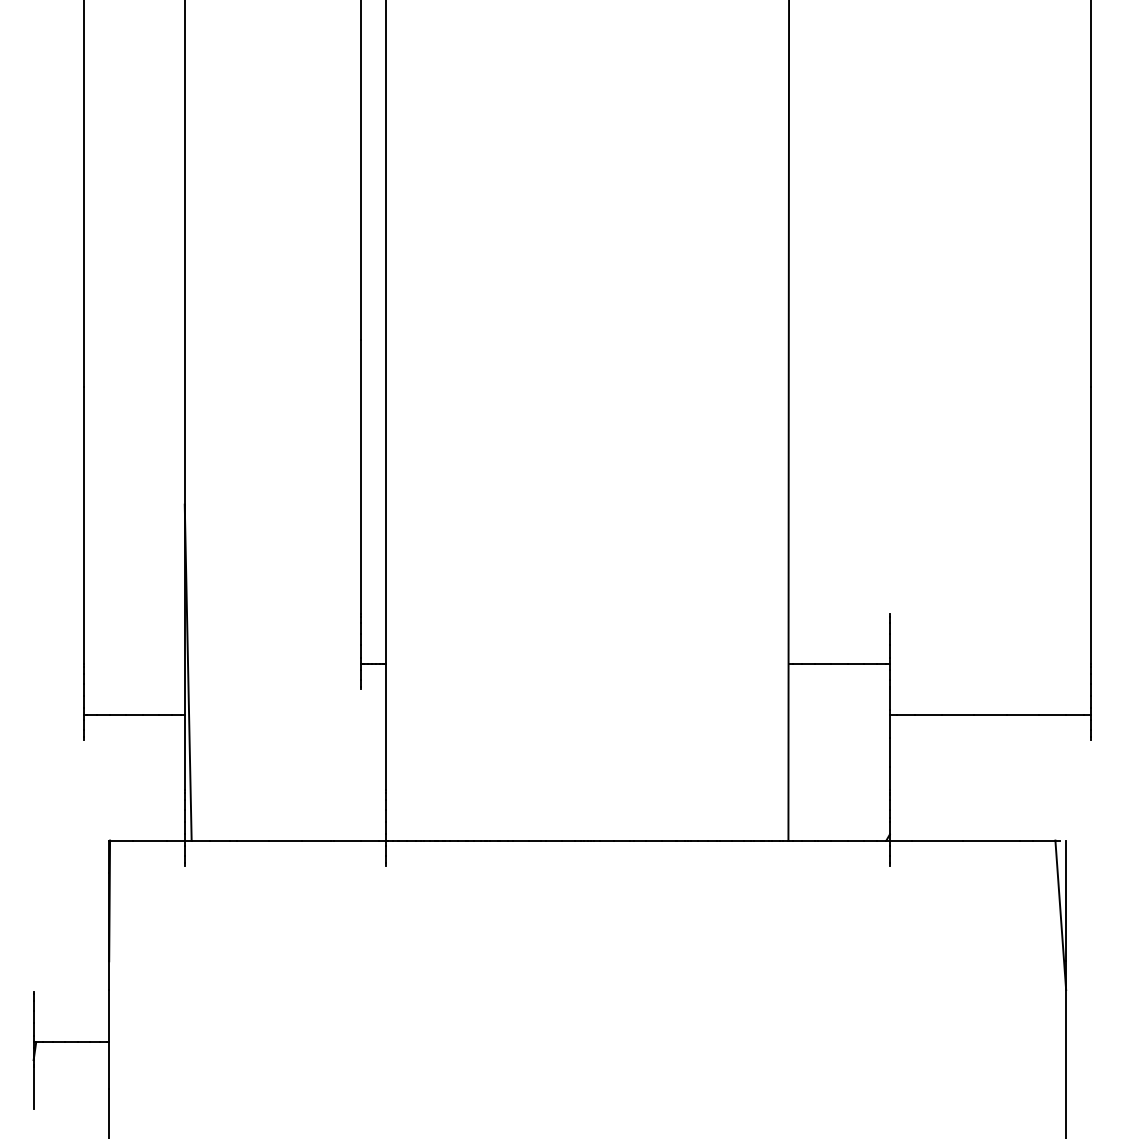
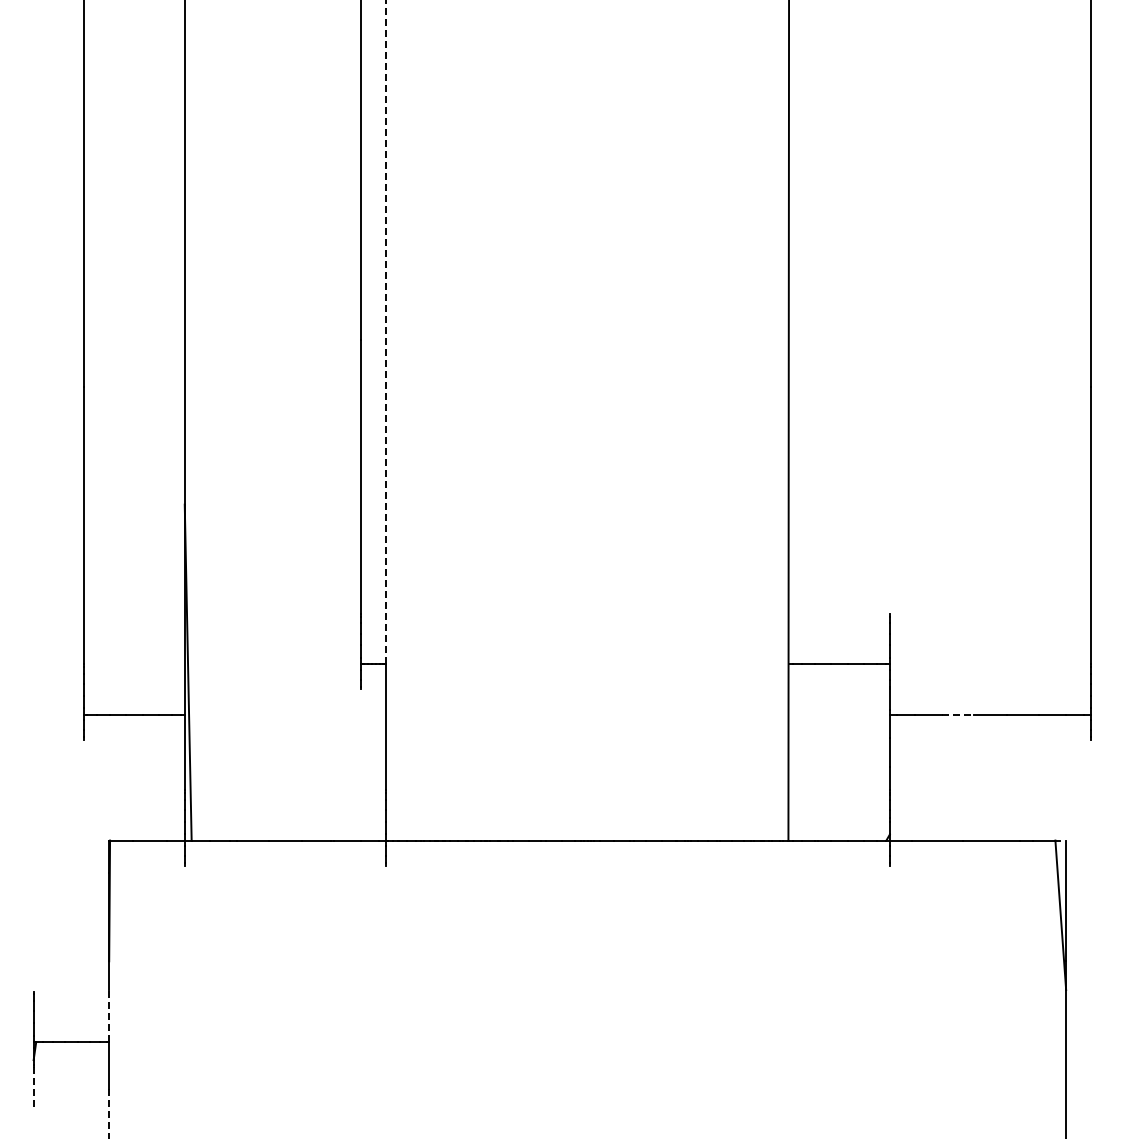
line at (386, 332): solid -> dashed
line at (957, 714): solid -> dashed
line at (109, 1016): solid -> dashed
line at (33, 1087): solid -> dashed
line at (109, 1113): solid -> dashed
